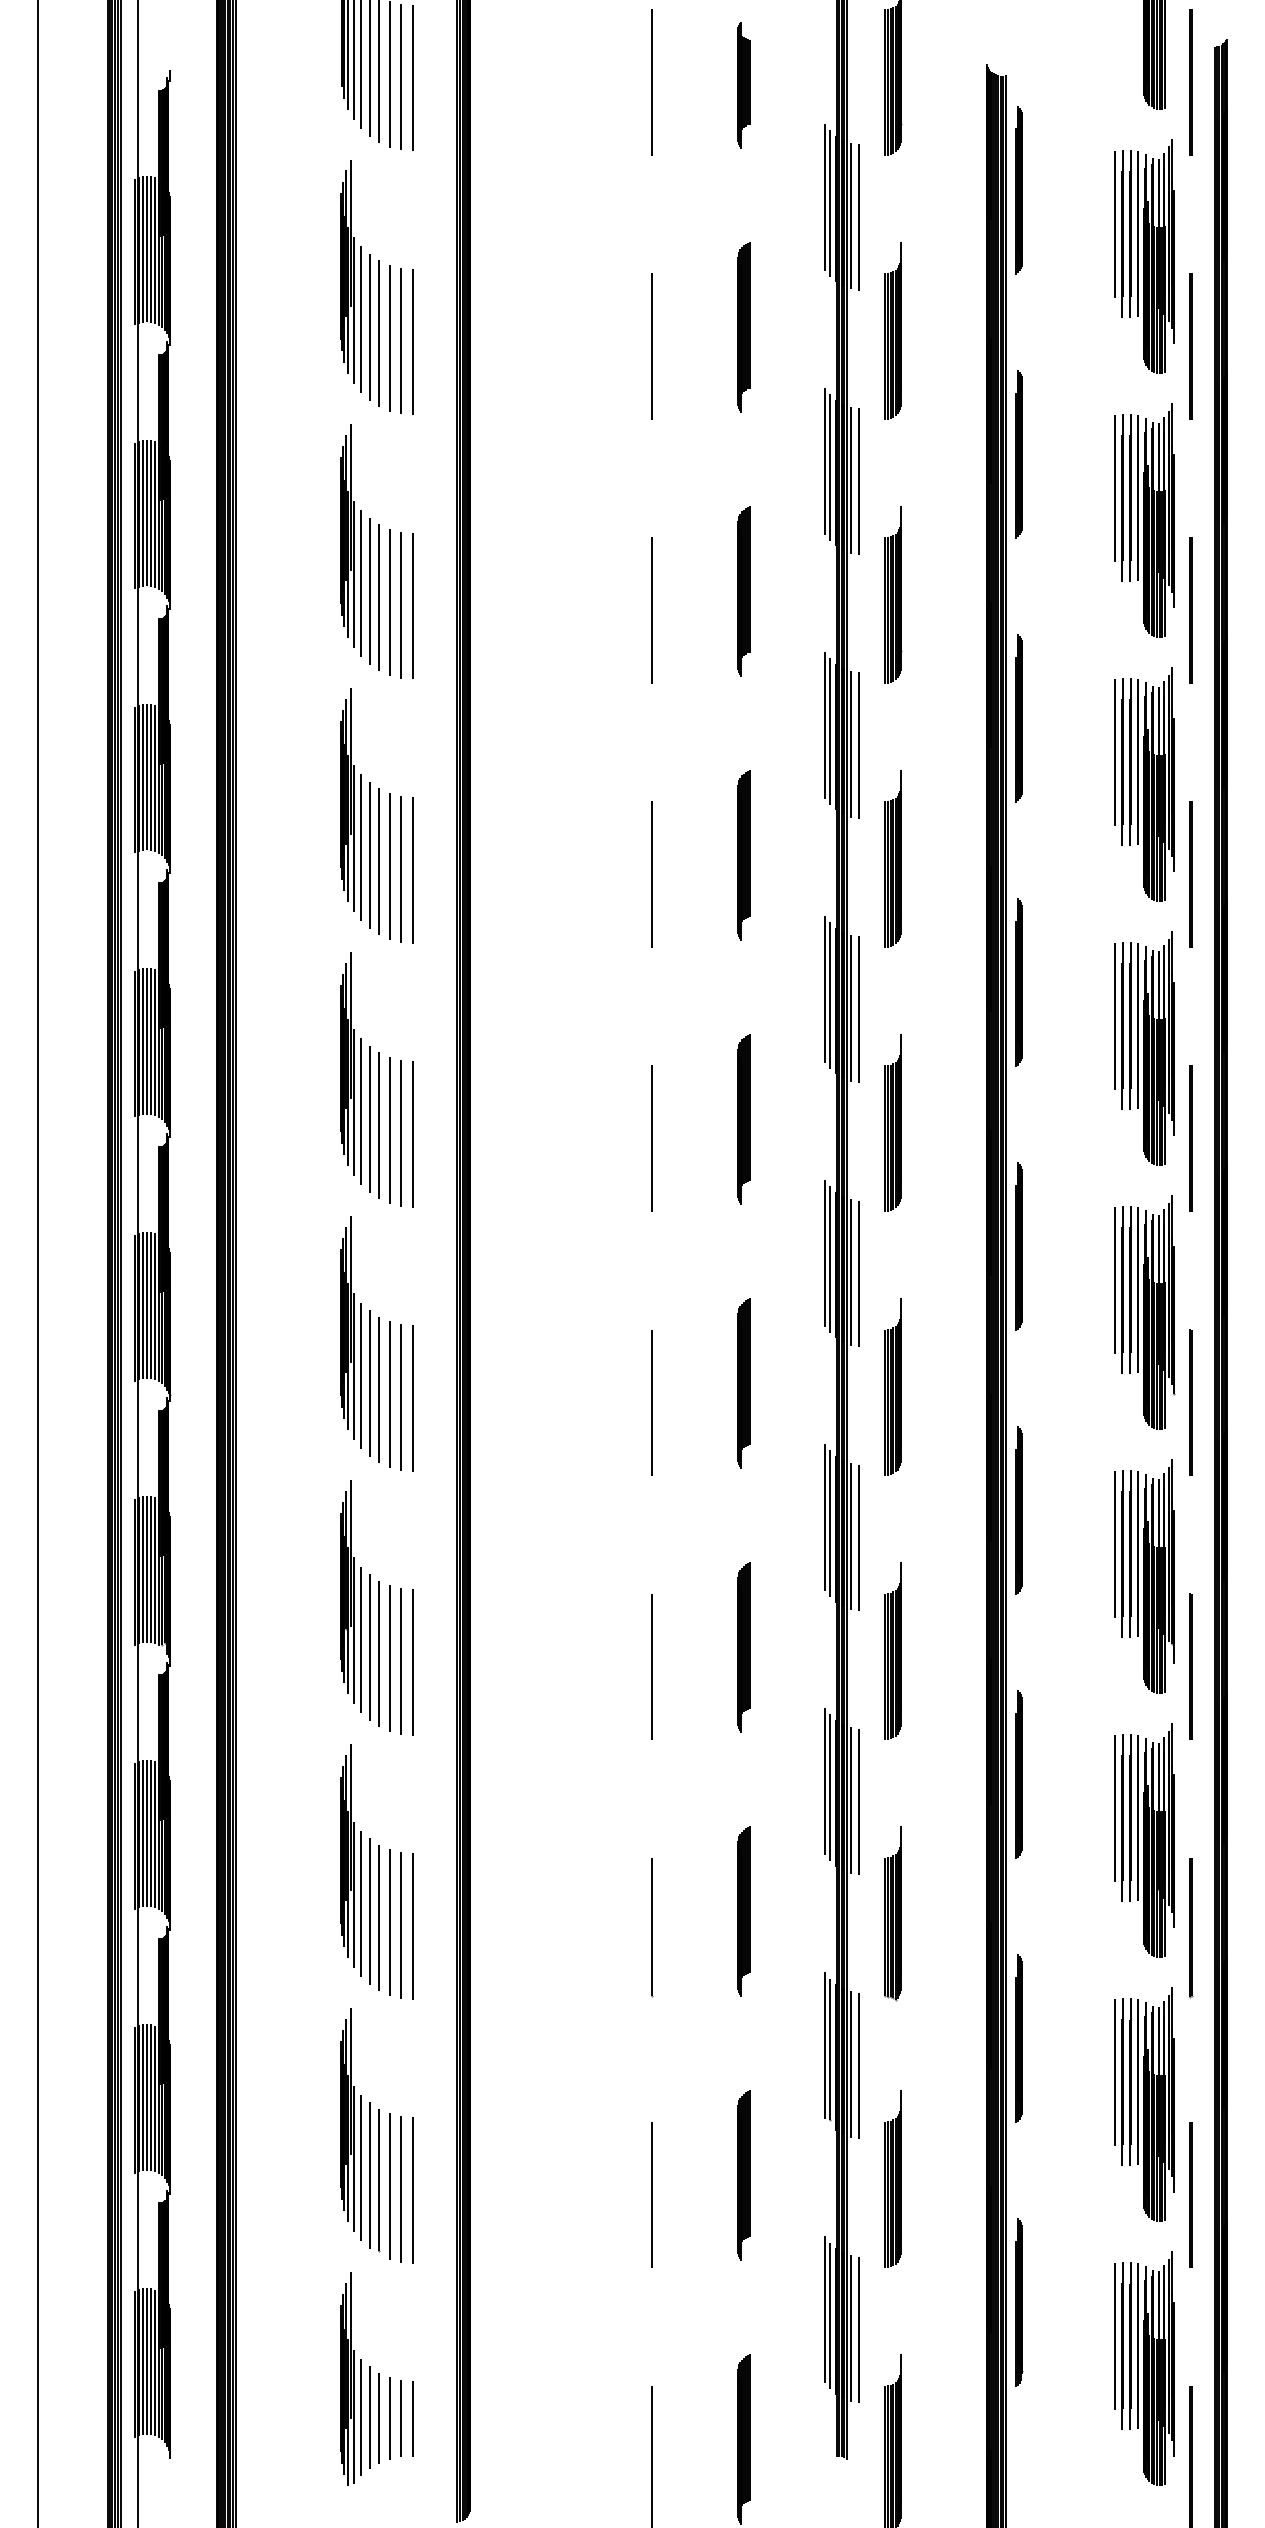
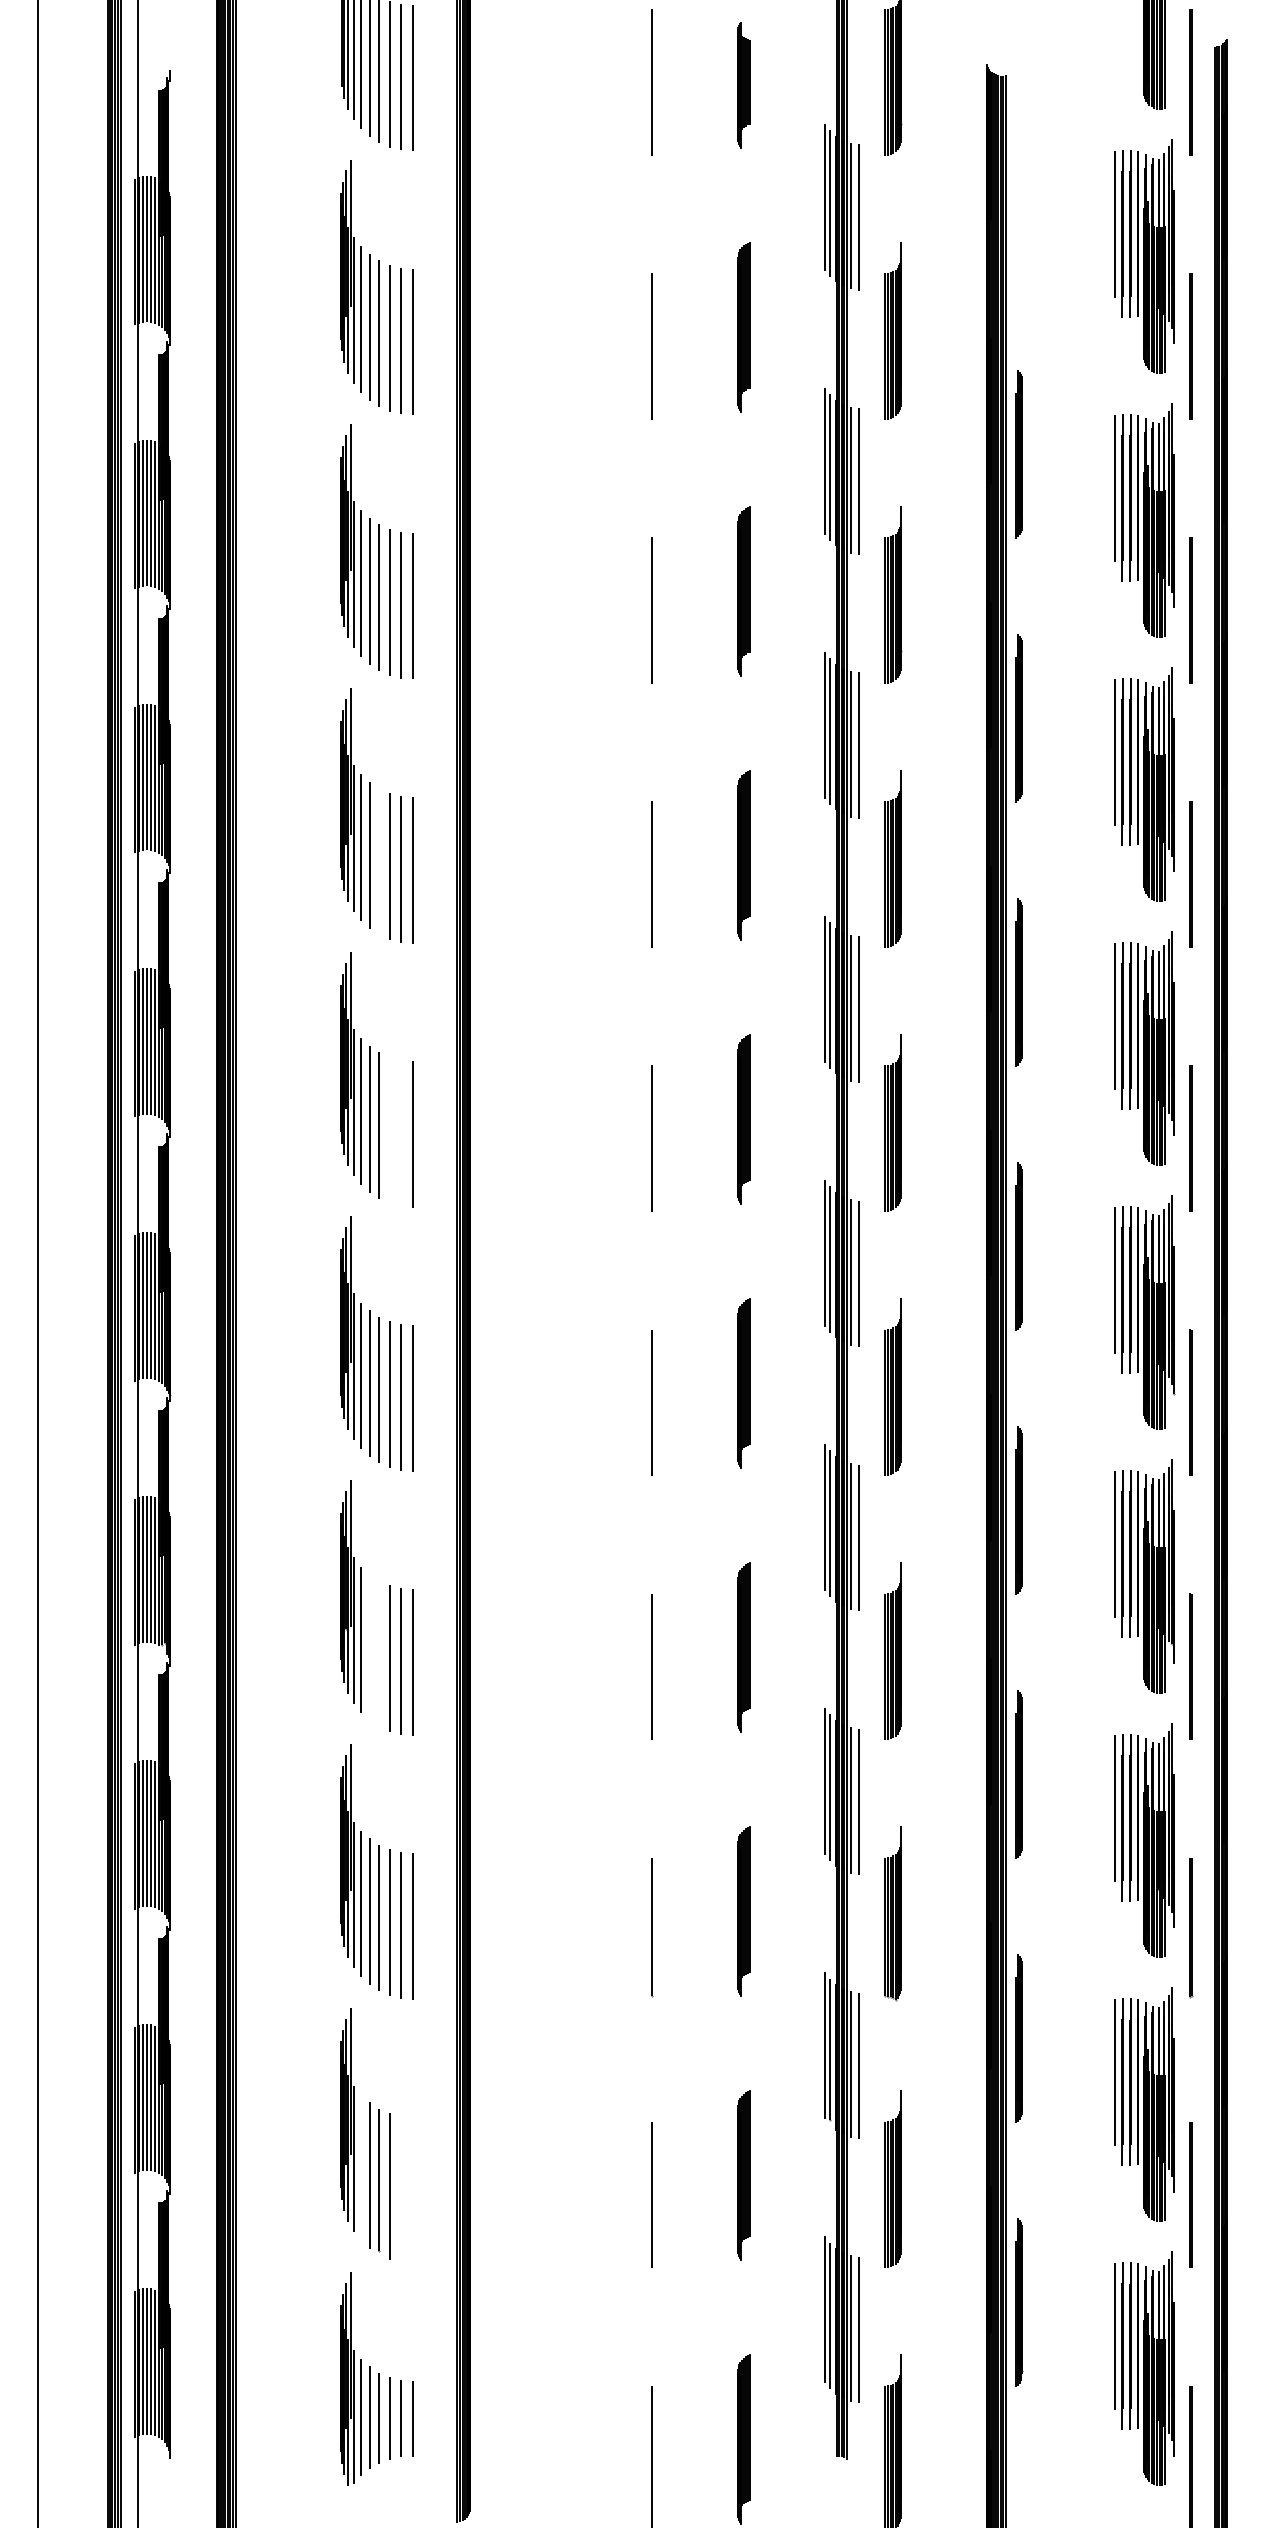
part at (1018, 190): present -> none
line at (378, 861): present -> none
line at (390, 1130): present -> none
line at (401, 1132): present -> none
line at (369, 1647): present -> none
line at (379, 1653): present -> none
line at (360, 2167): present -> none
line at (400, 2189): present -> none
line at (412, 2190): present -> none
